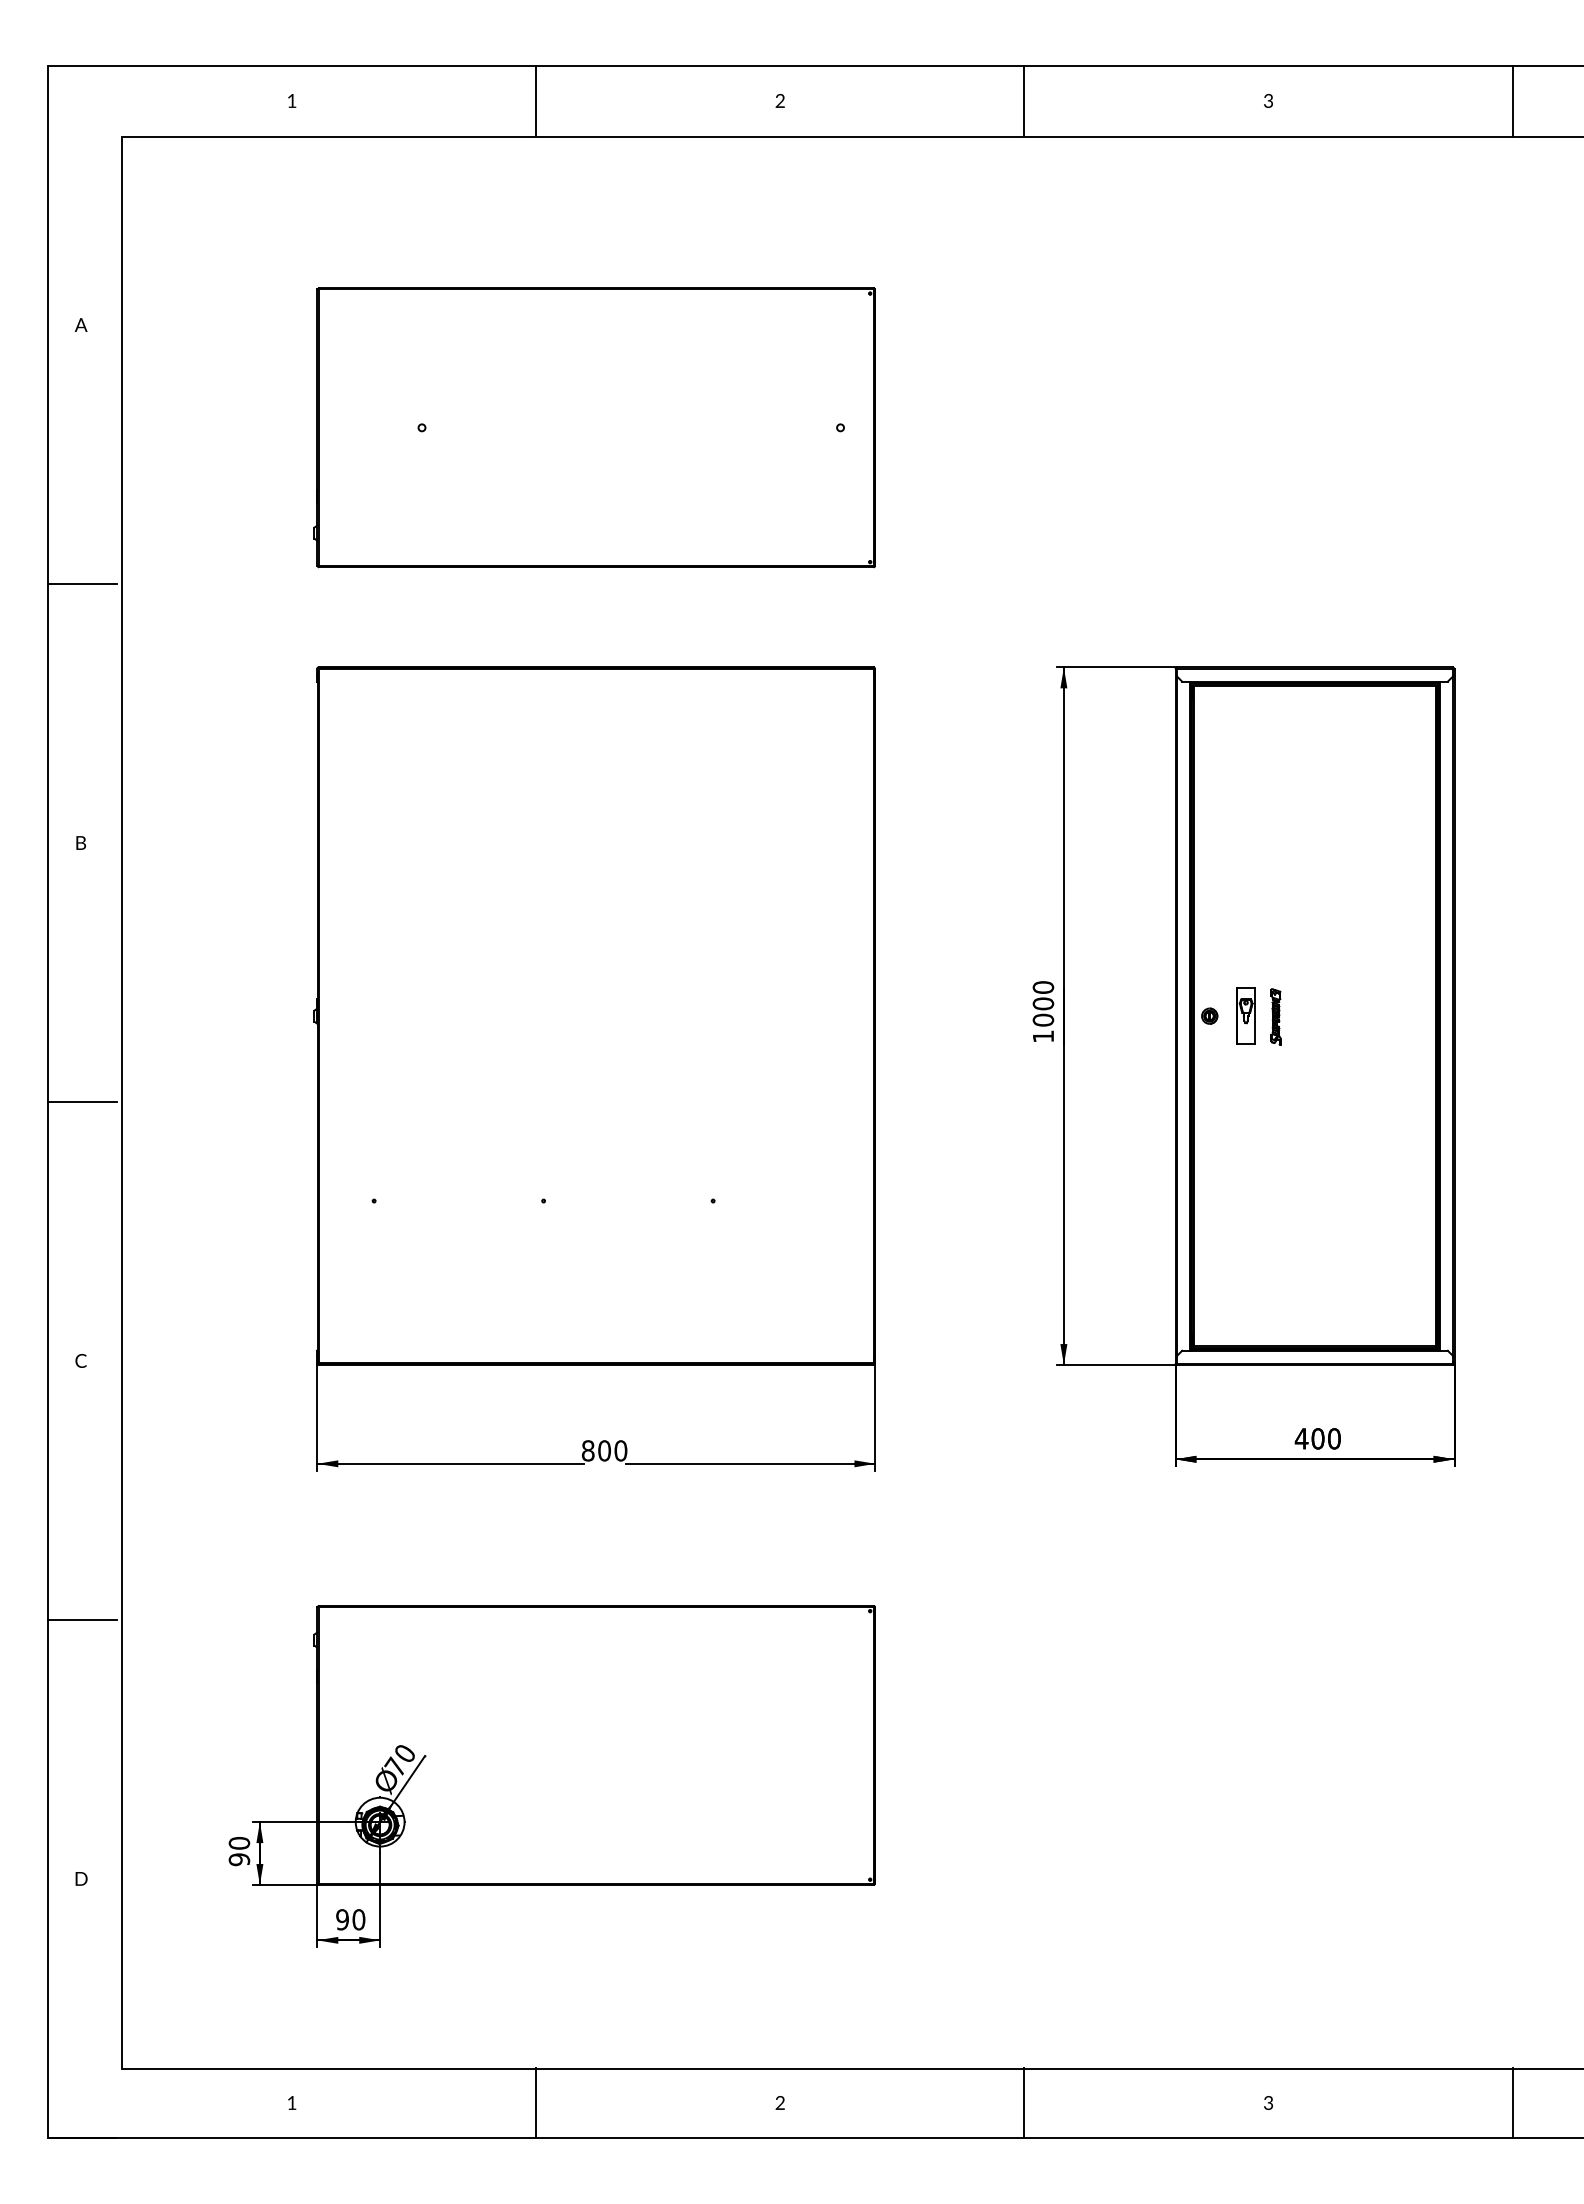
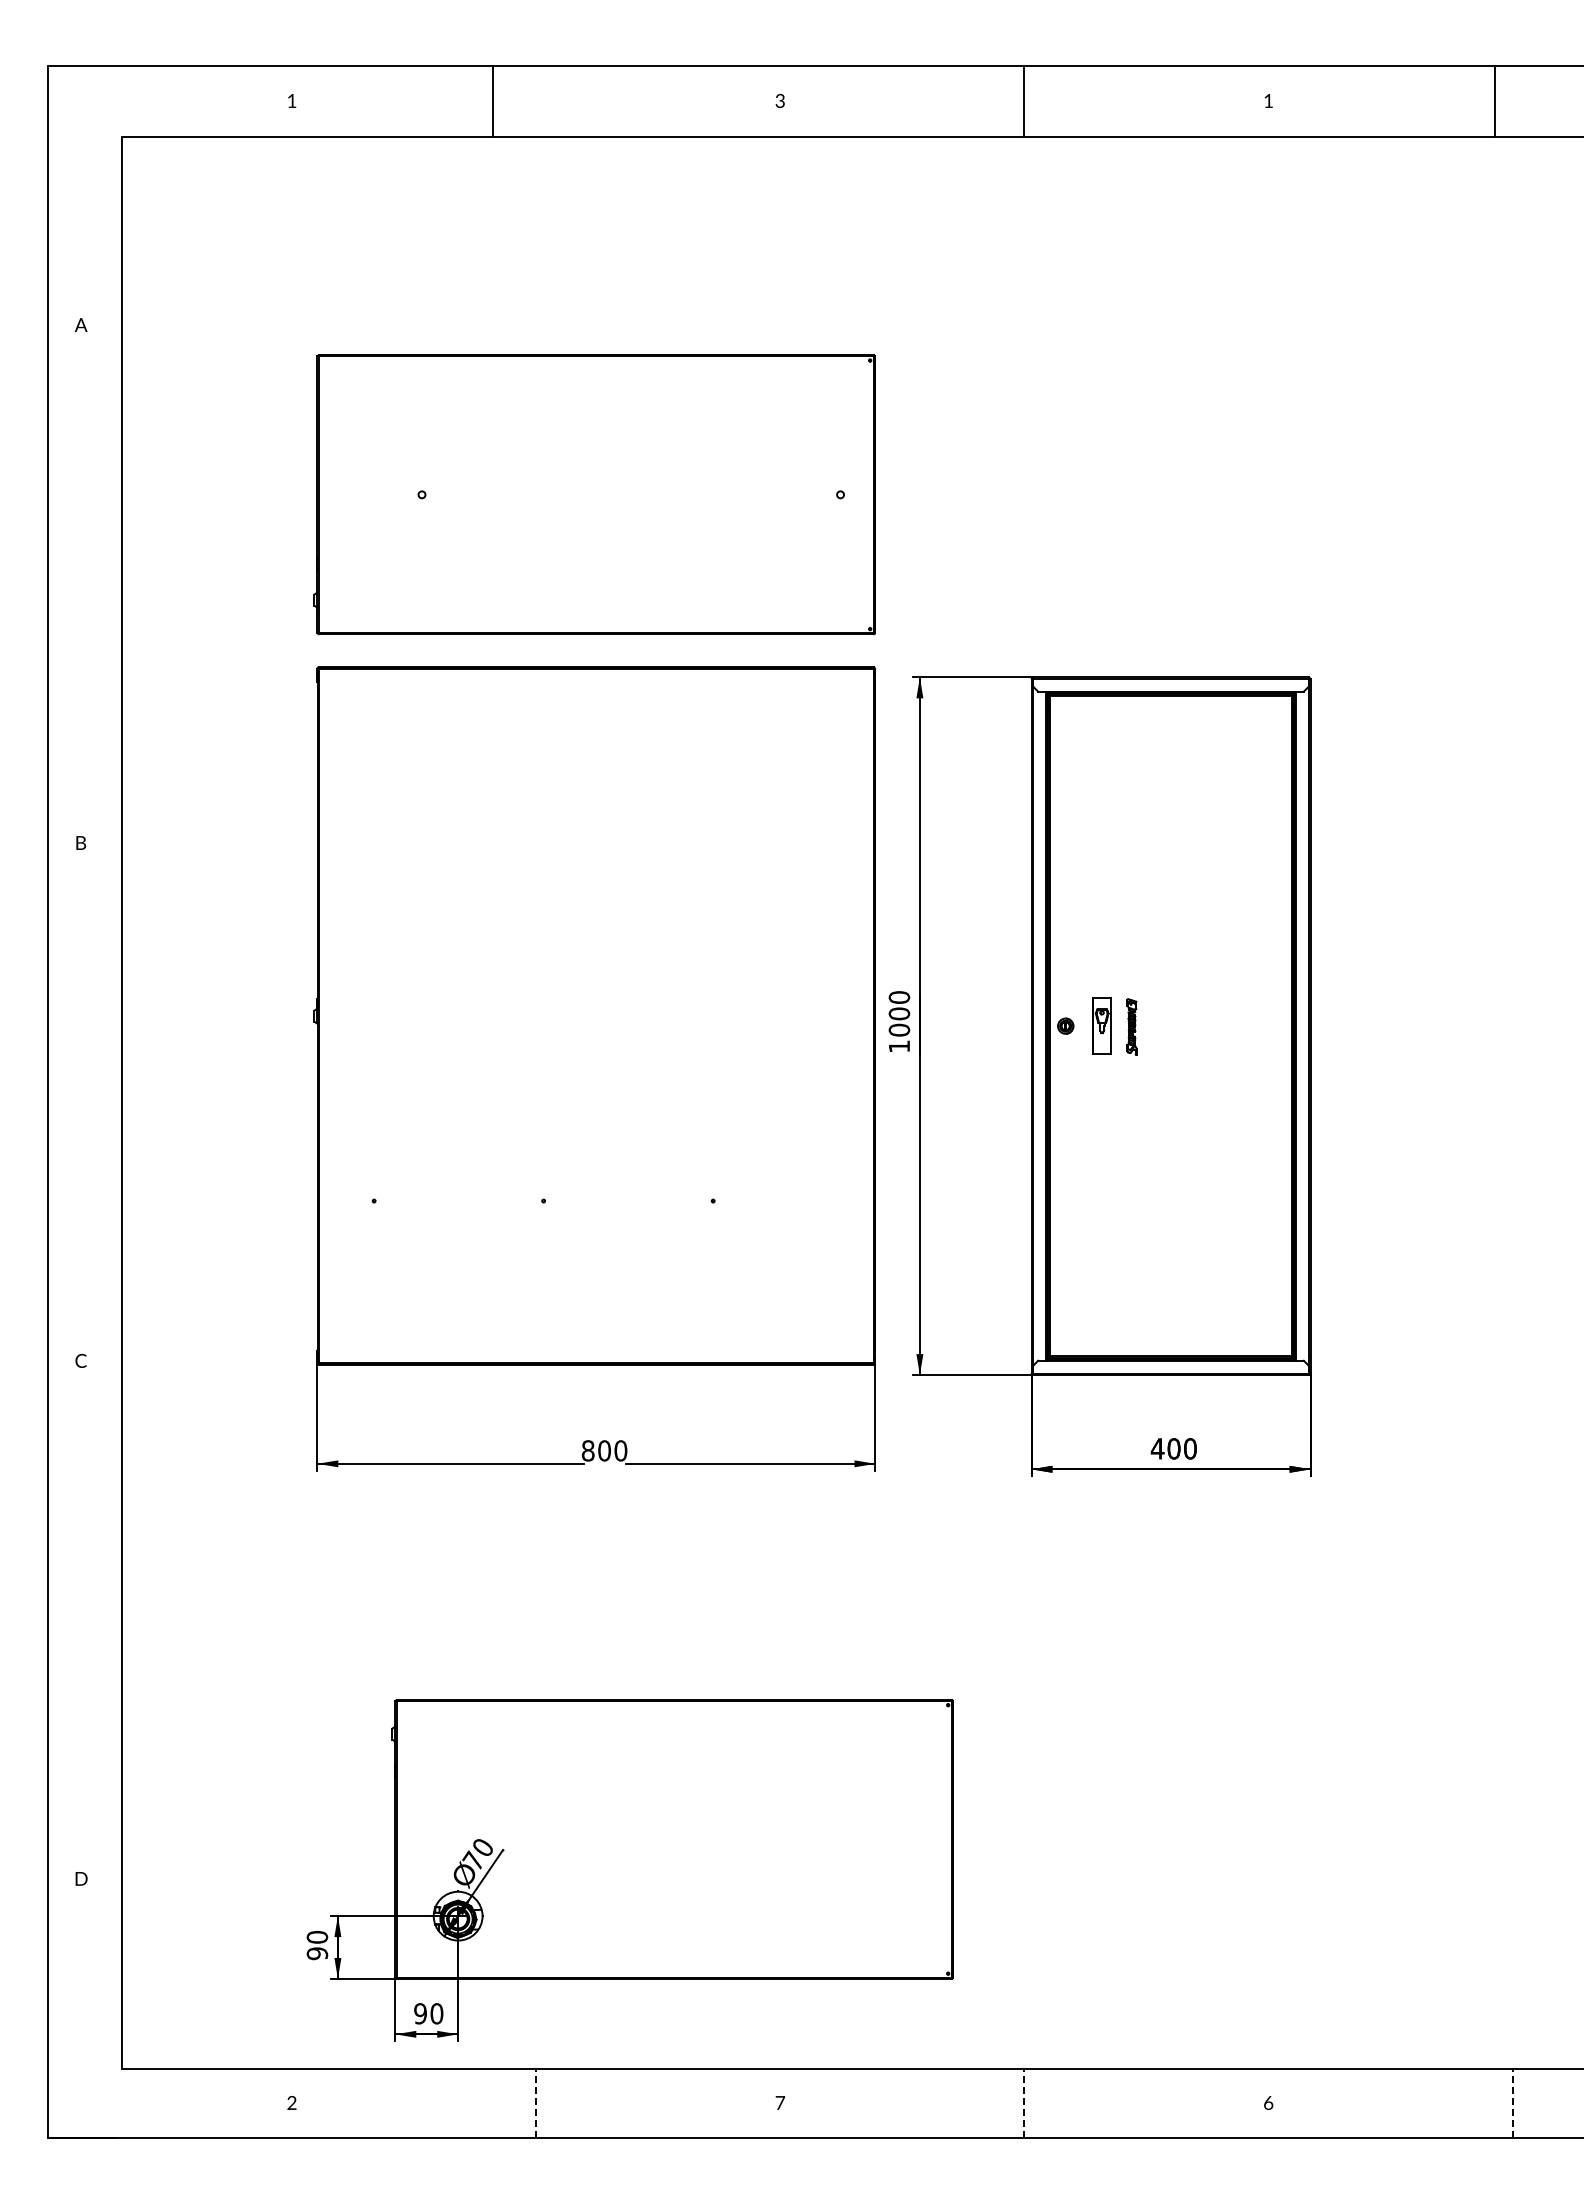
line at (535, 100) position: (535, 100) -> (492, 100)
text at (1268, 100): 3 -> 1
line at (1512, 100) position: (1512, 100) -> (1494, 100)
text at (779, 102): 2 -> 3
part at (594, 427) position: (594, 427) -> (594, 494)
line at (82, 584): present -> none
part at (1243, 1066) position: (1243, 1066) -> (1099, 1076)
line at (82, 1102): present -> none
line at (82, 1619): present -> none
part at (551, 1776) position: (551, 1776) -> (629, 1870)
text at (291, 2102): 1 -> 2
text at (780, 2102): 2 -> 7
text at (1268, 2102): 3 -> 6
line at (535, 2103): solid -> dashed
line at (1024, 2103): solid -> dashed
line at (1512, 2103): solid -> dashed
